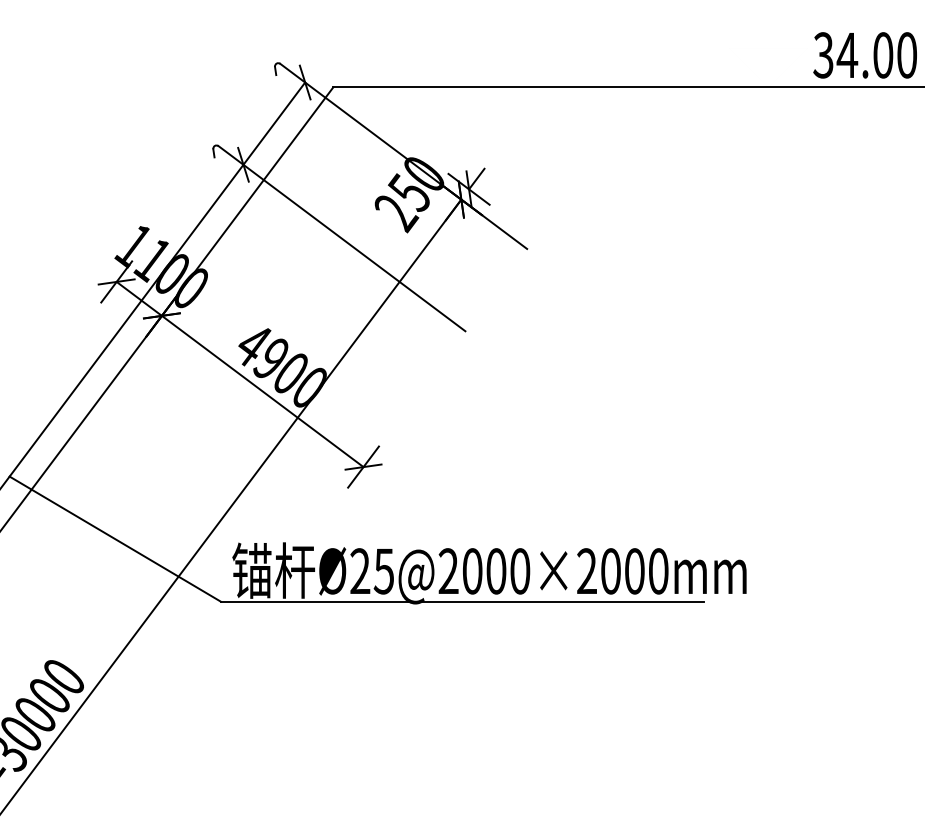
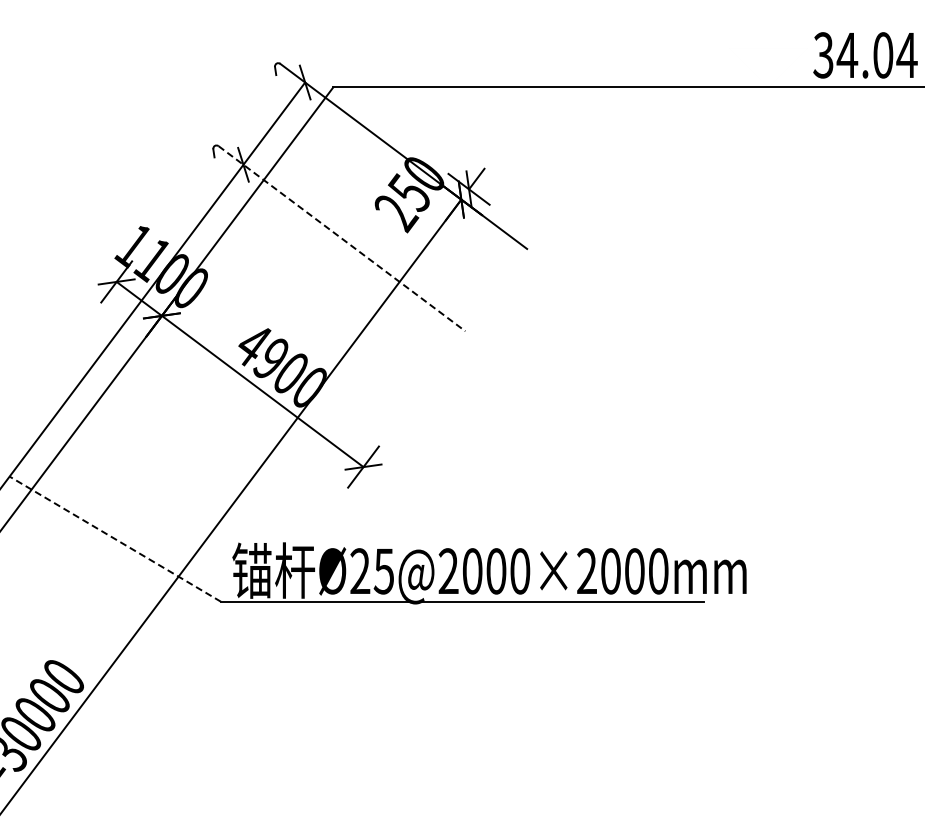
text at (906, 55): 34.00 -> 34.04
line at (342, 238): solid -> dashed
line at (115, 539): solid -> dashed
